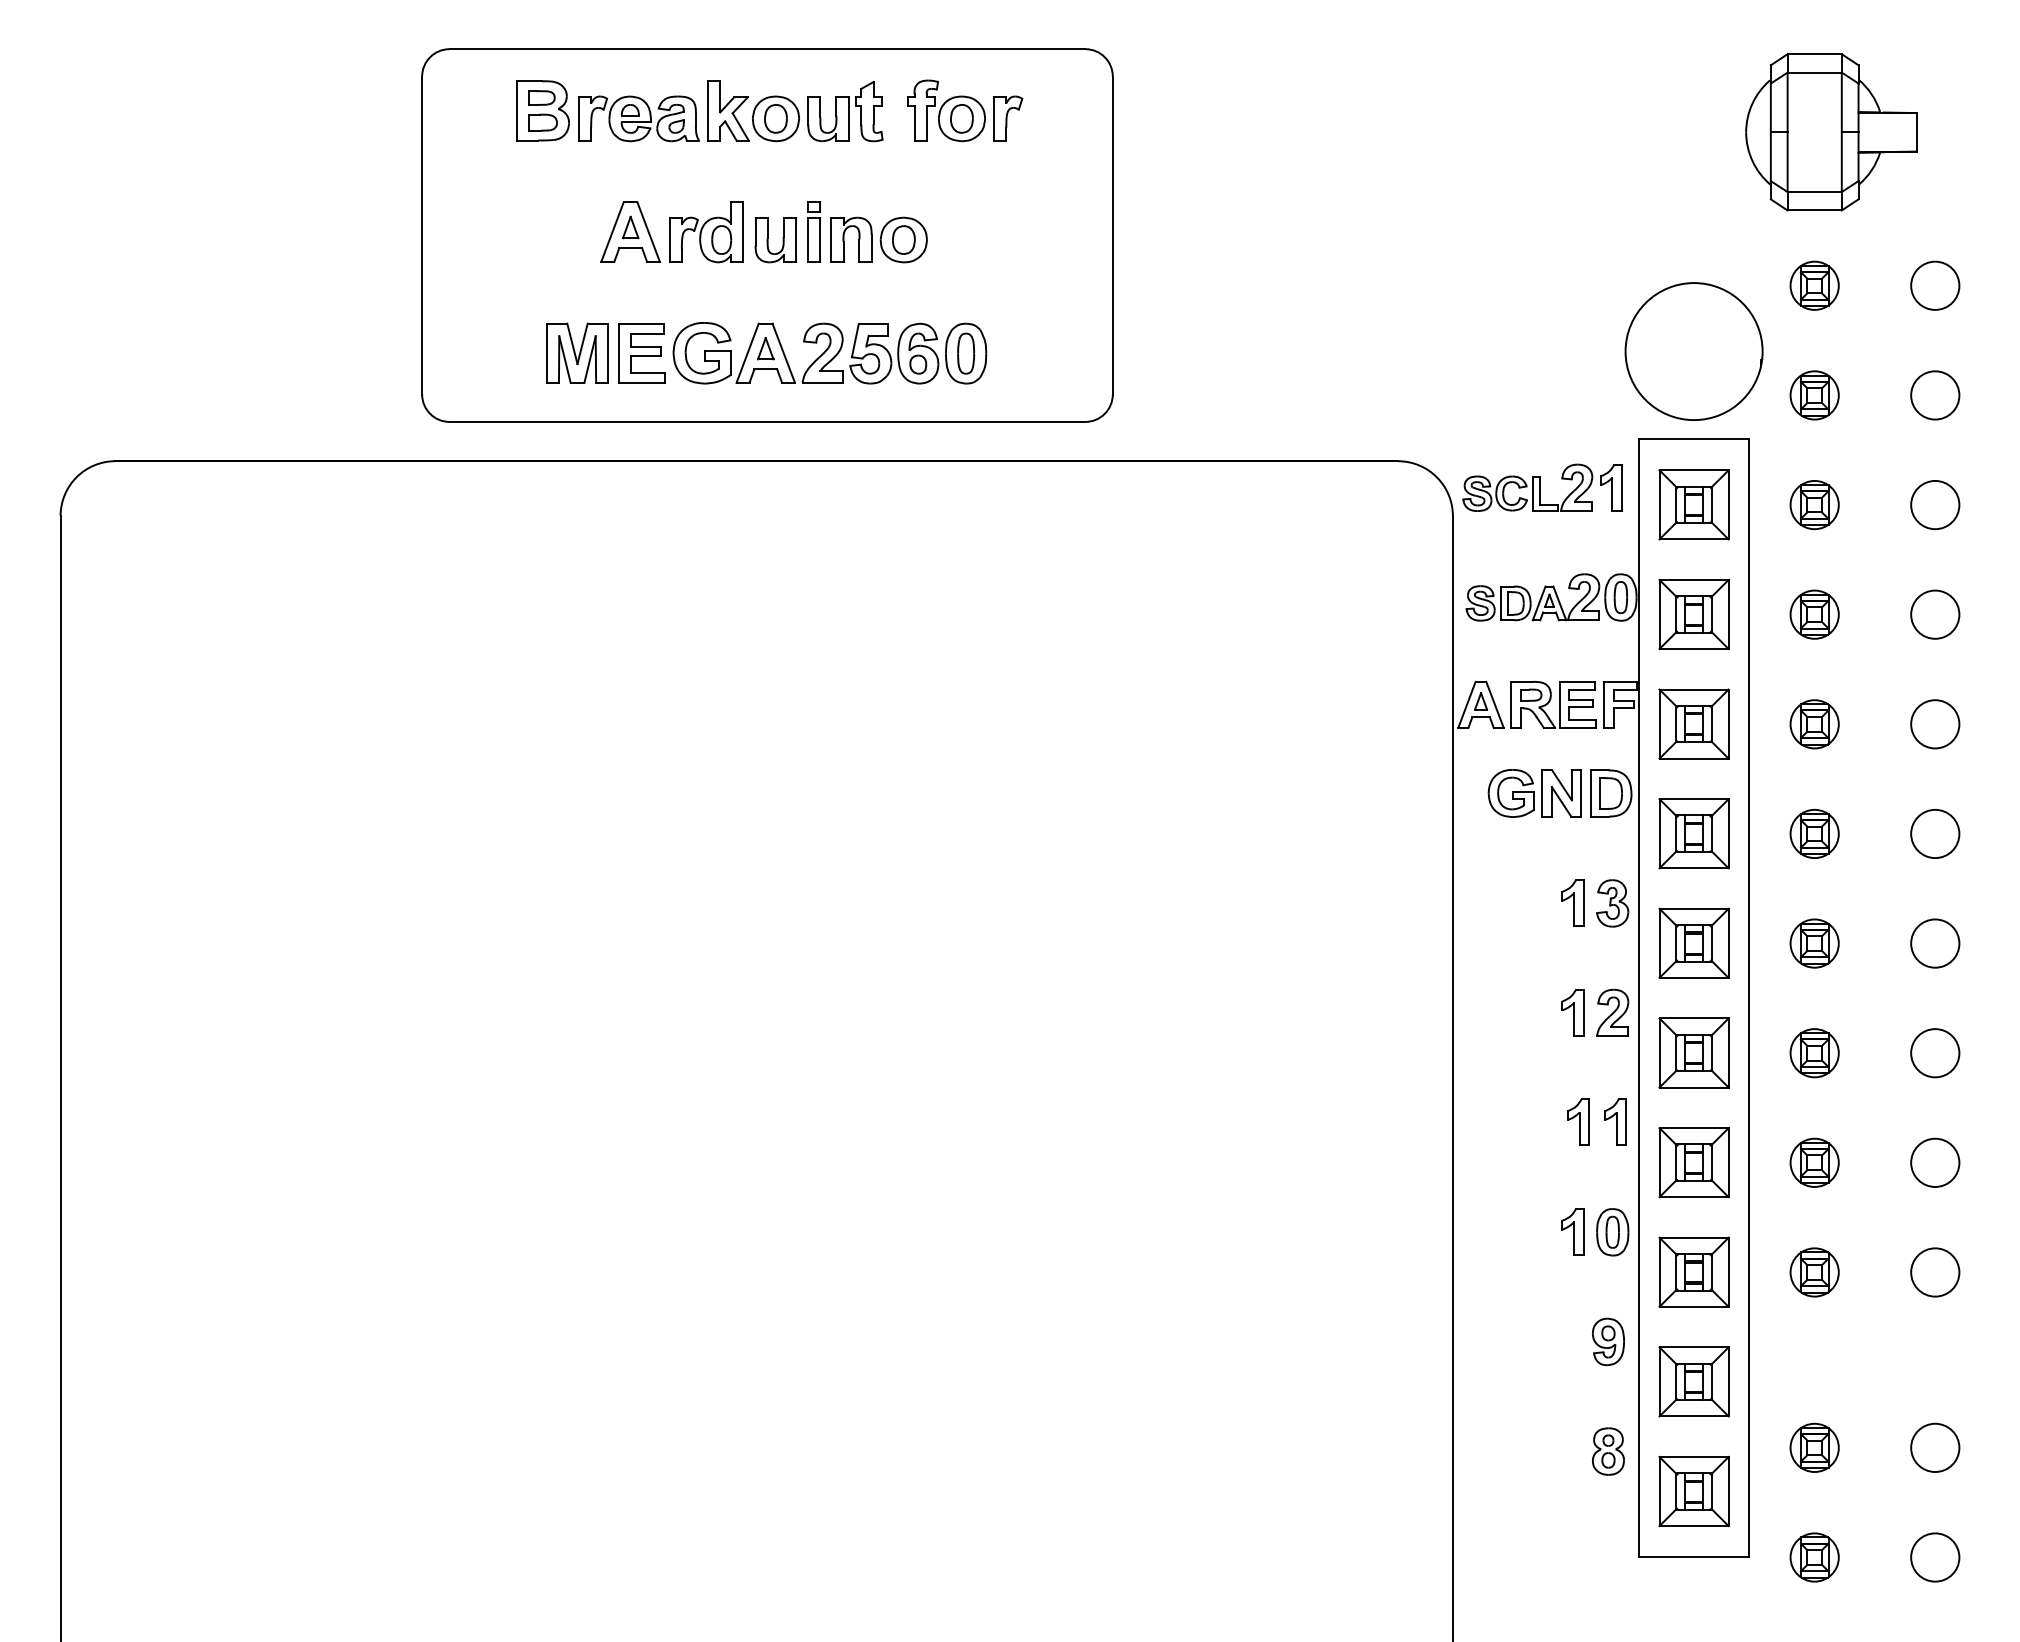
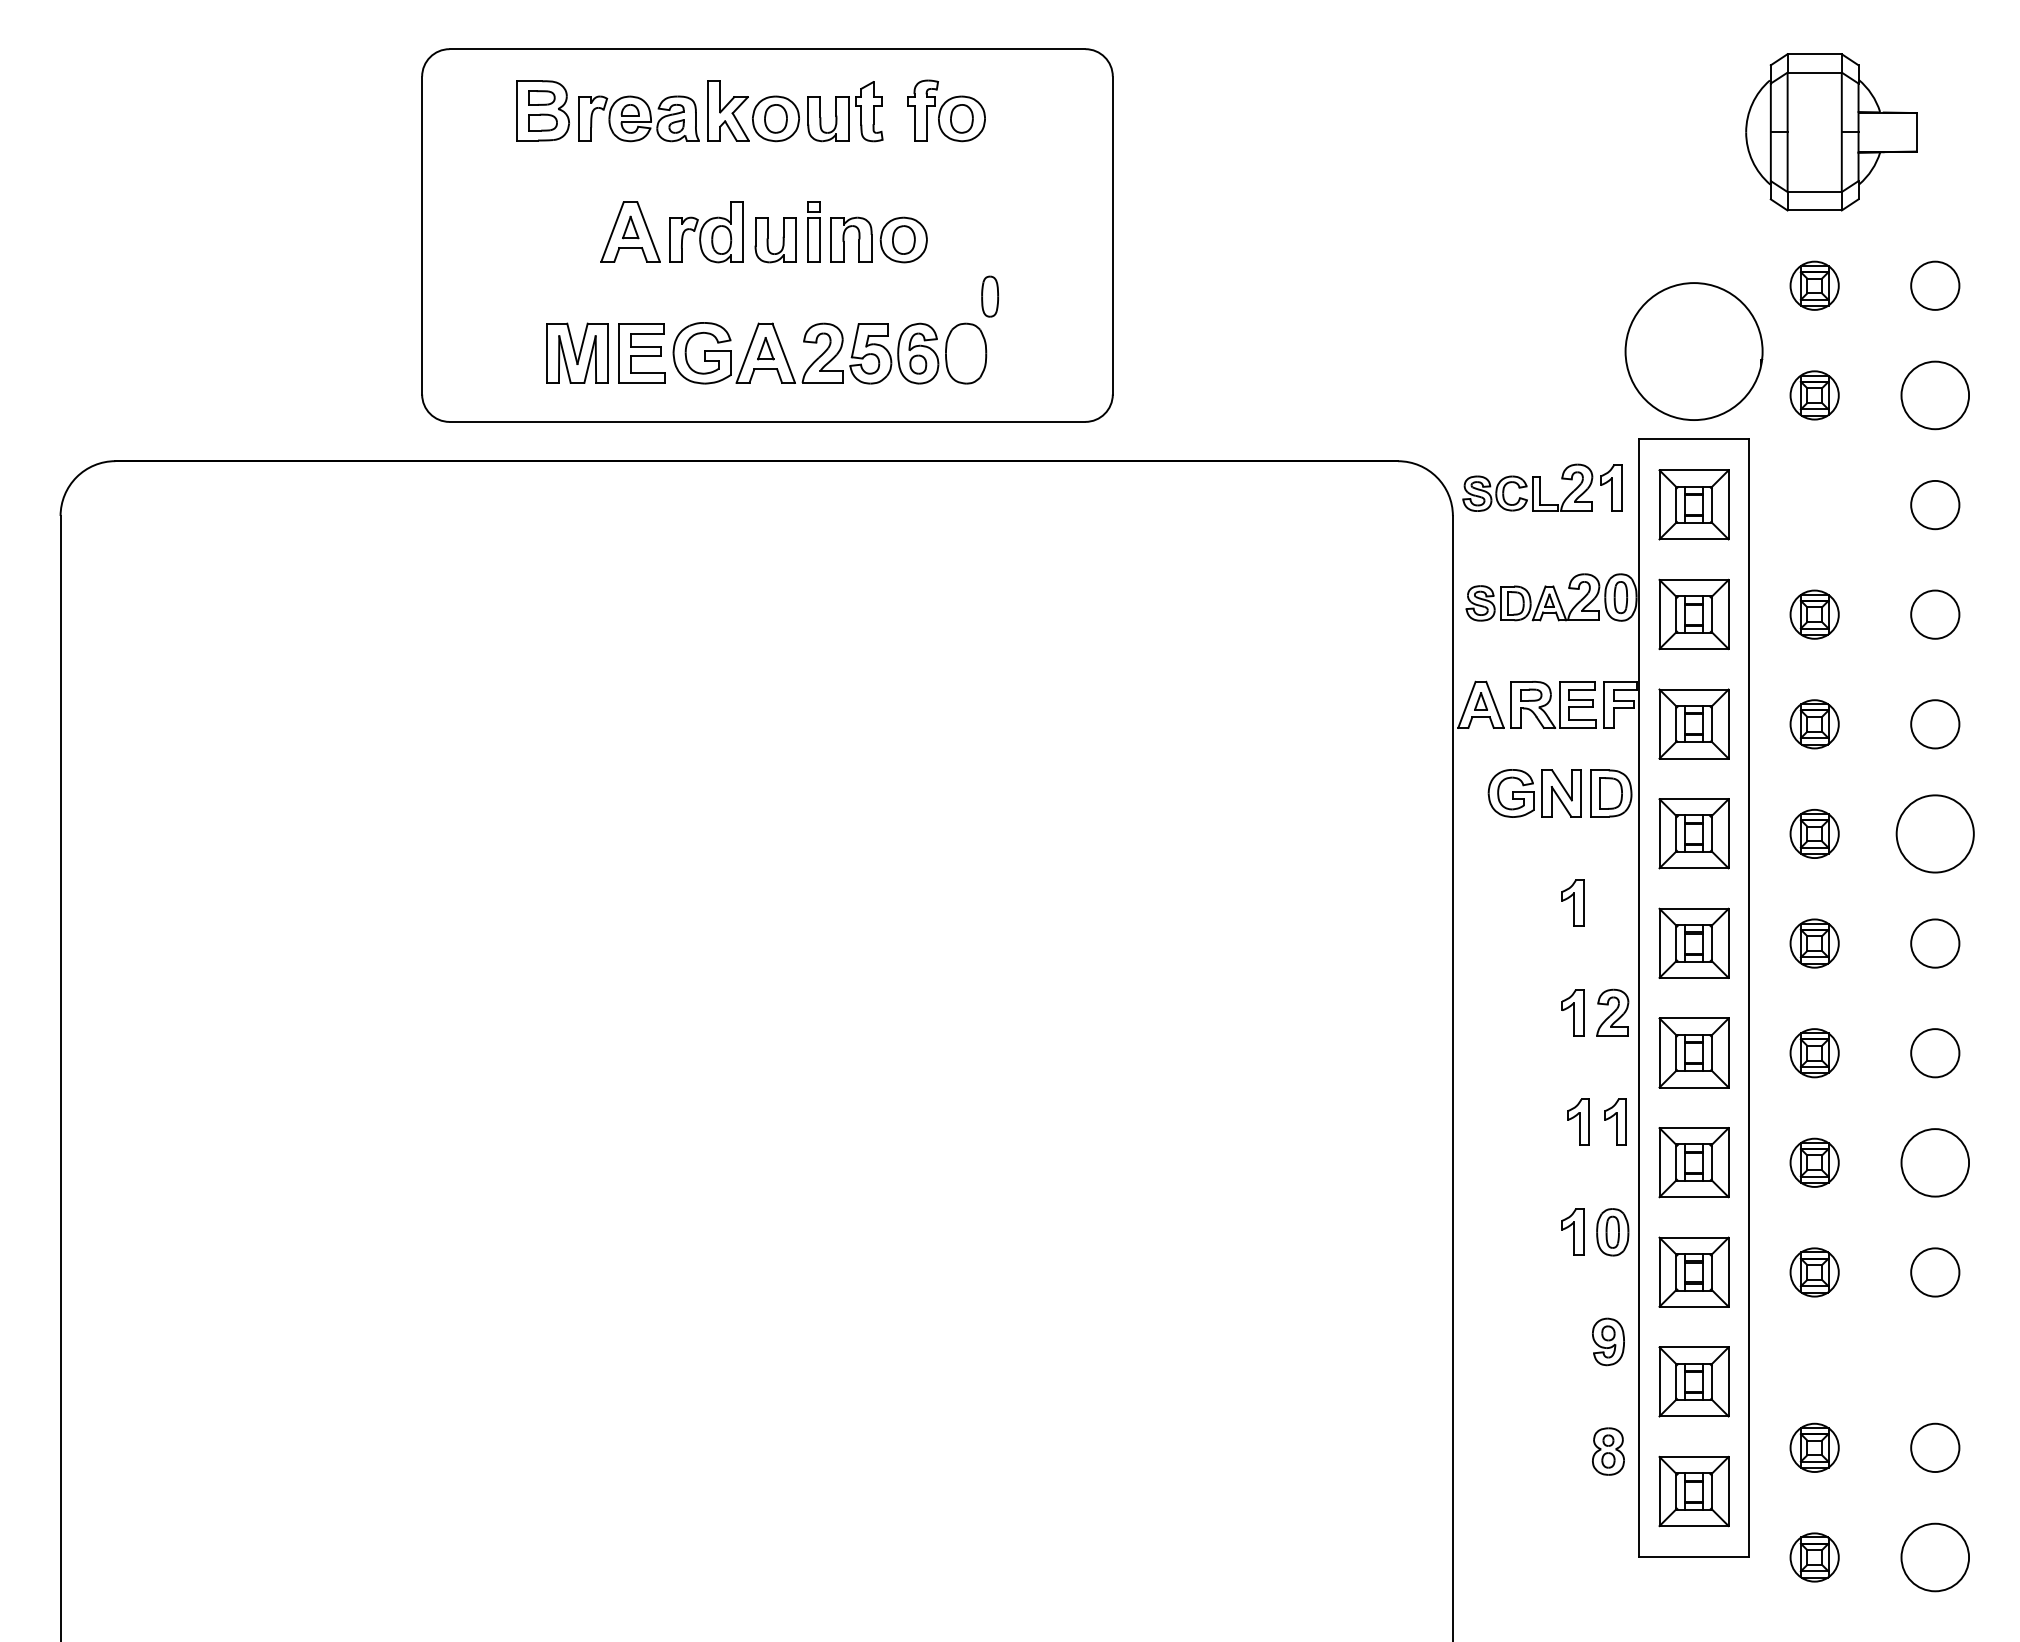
part at (1008, 118): present -> none
part at (965, 353) position: (965, 353) -> (989, 296)
circle at (1935, 395) diameter: 48 px -> 68 px
part at (1814, 505): present -> none
circle at (1935, 833) diameter: 48 px -> 77 px
part at (1612, 903): present -> none
circle at (1935, 1162) diameter: 48 px -> 68 px
circle at (1935, 1557) diameter: 48 px -> 68 px
